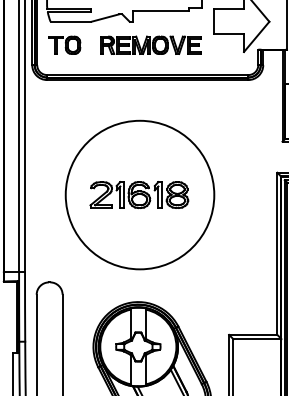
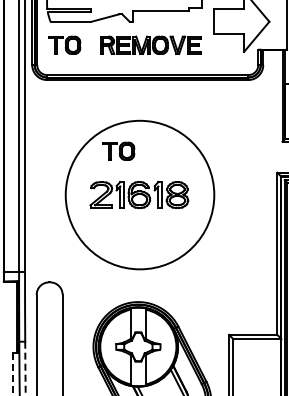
part at (118, 150): none -> present
arc at (25, 368): solid -> dashed
line at (12, 374): solid -> dashed
